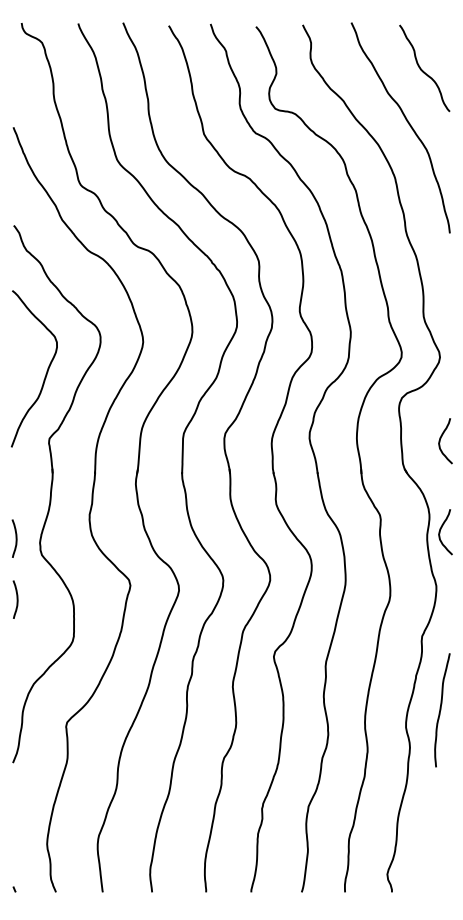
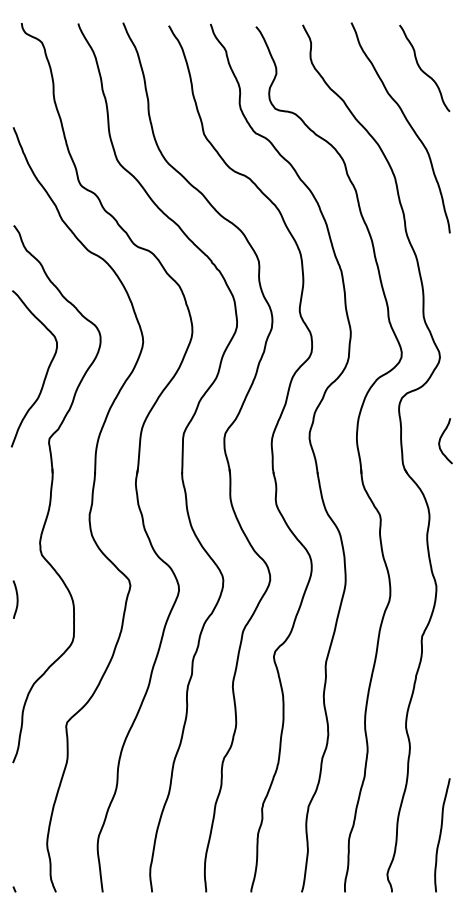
curve at (441, 529): present -> none
curve at (15, 538): present -> none
curve at (441, 710) position: (441, 710) -> (441, 835)
